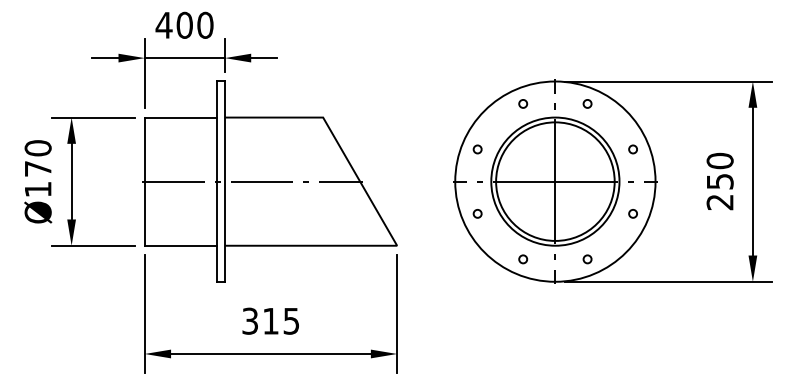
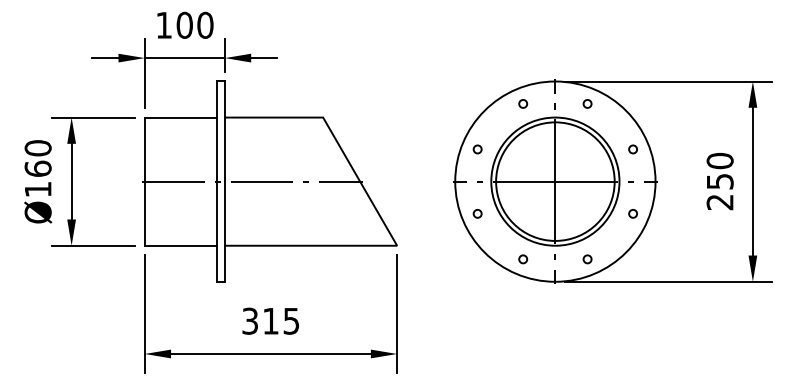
text at (163, 25): 400 -> 100
text at (37, 168): Ø170 -> Ø160
